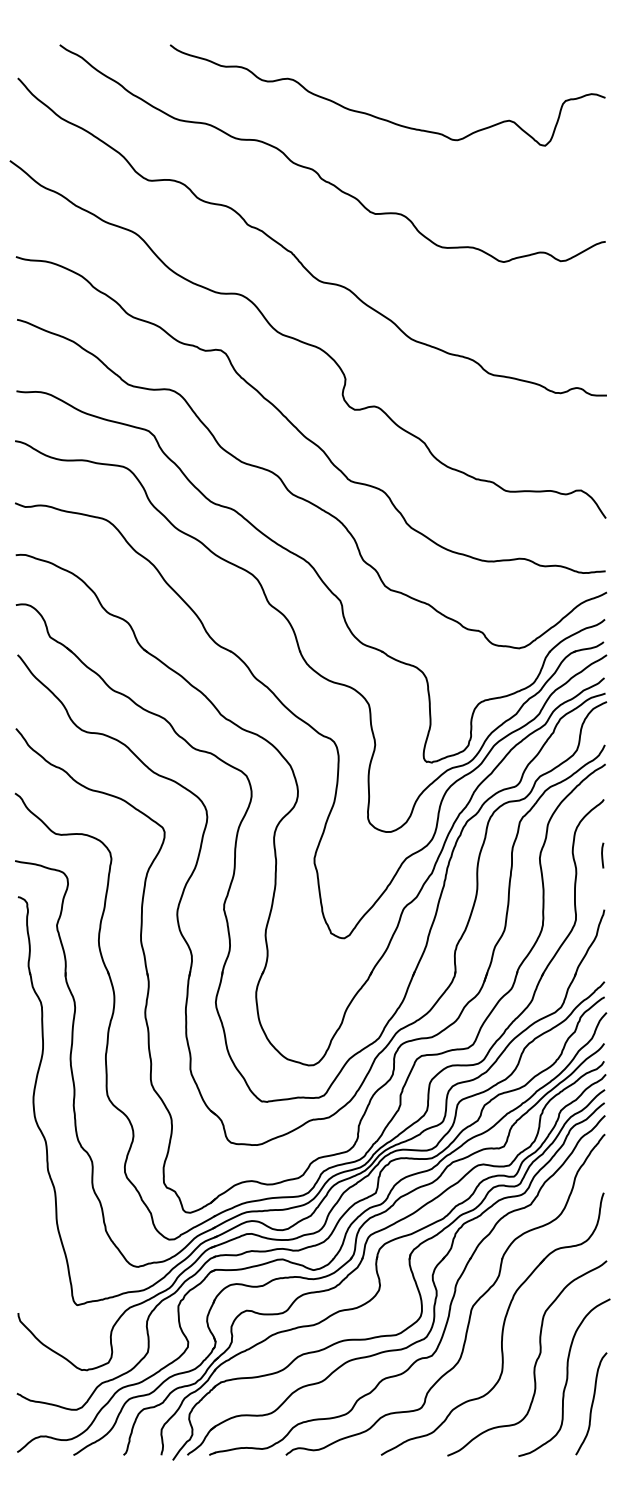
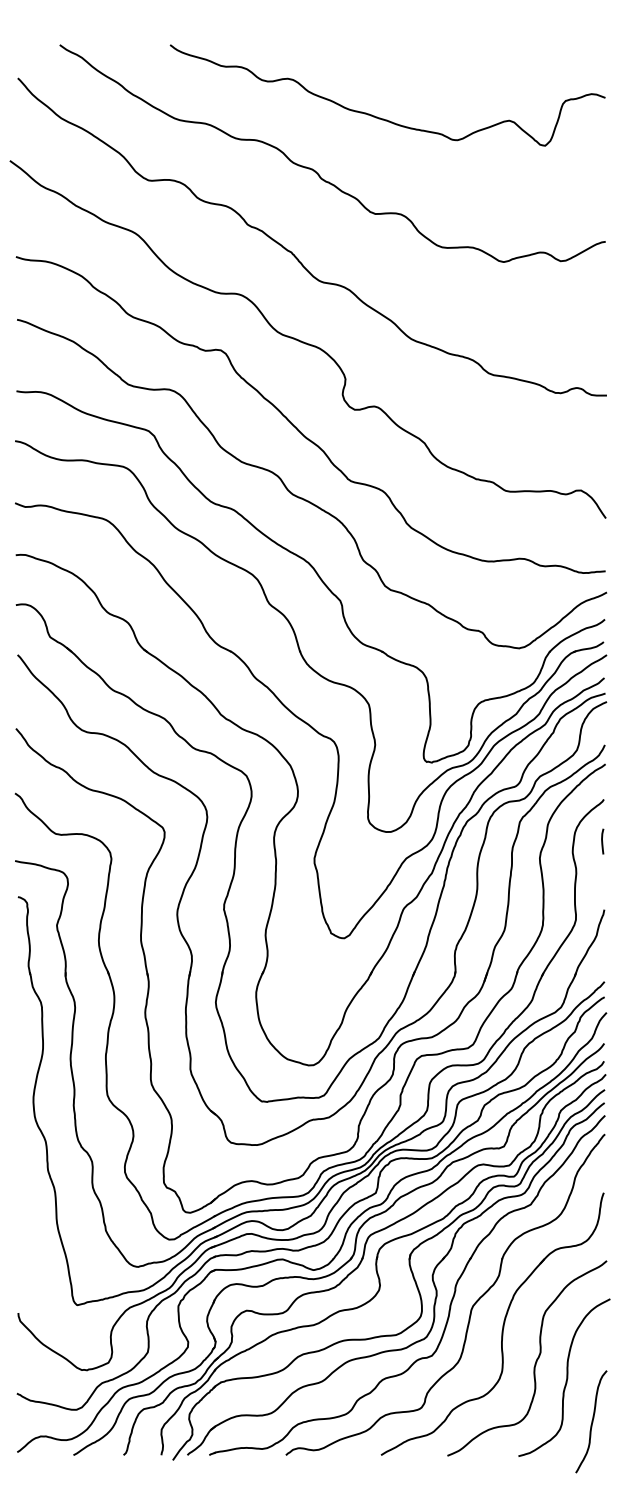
line at (602, 855) position: (602, 855) -> (602, 841)
curve at (591, 1403) position: (591, 1403) -> (591, 1421)
